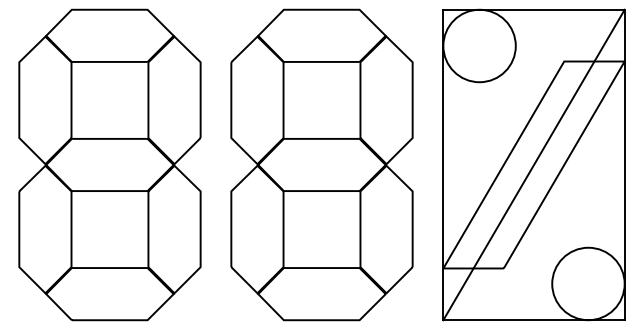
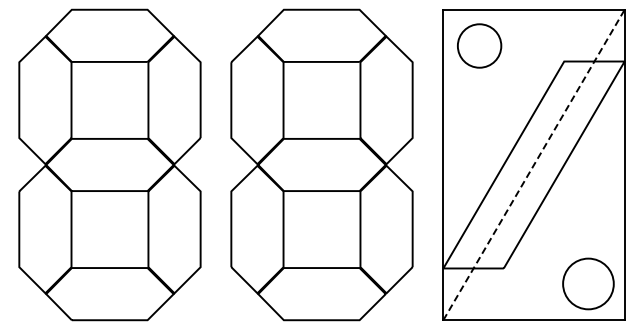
circle at (479, 45) diameter: 72 px -> 43 px
line at (534, 165): solid -> dashed
circle at (588, 283) diameter: 72 px -> 51 px
